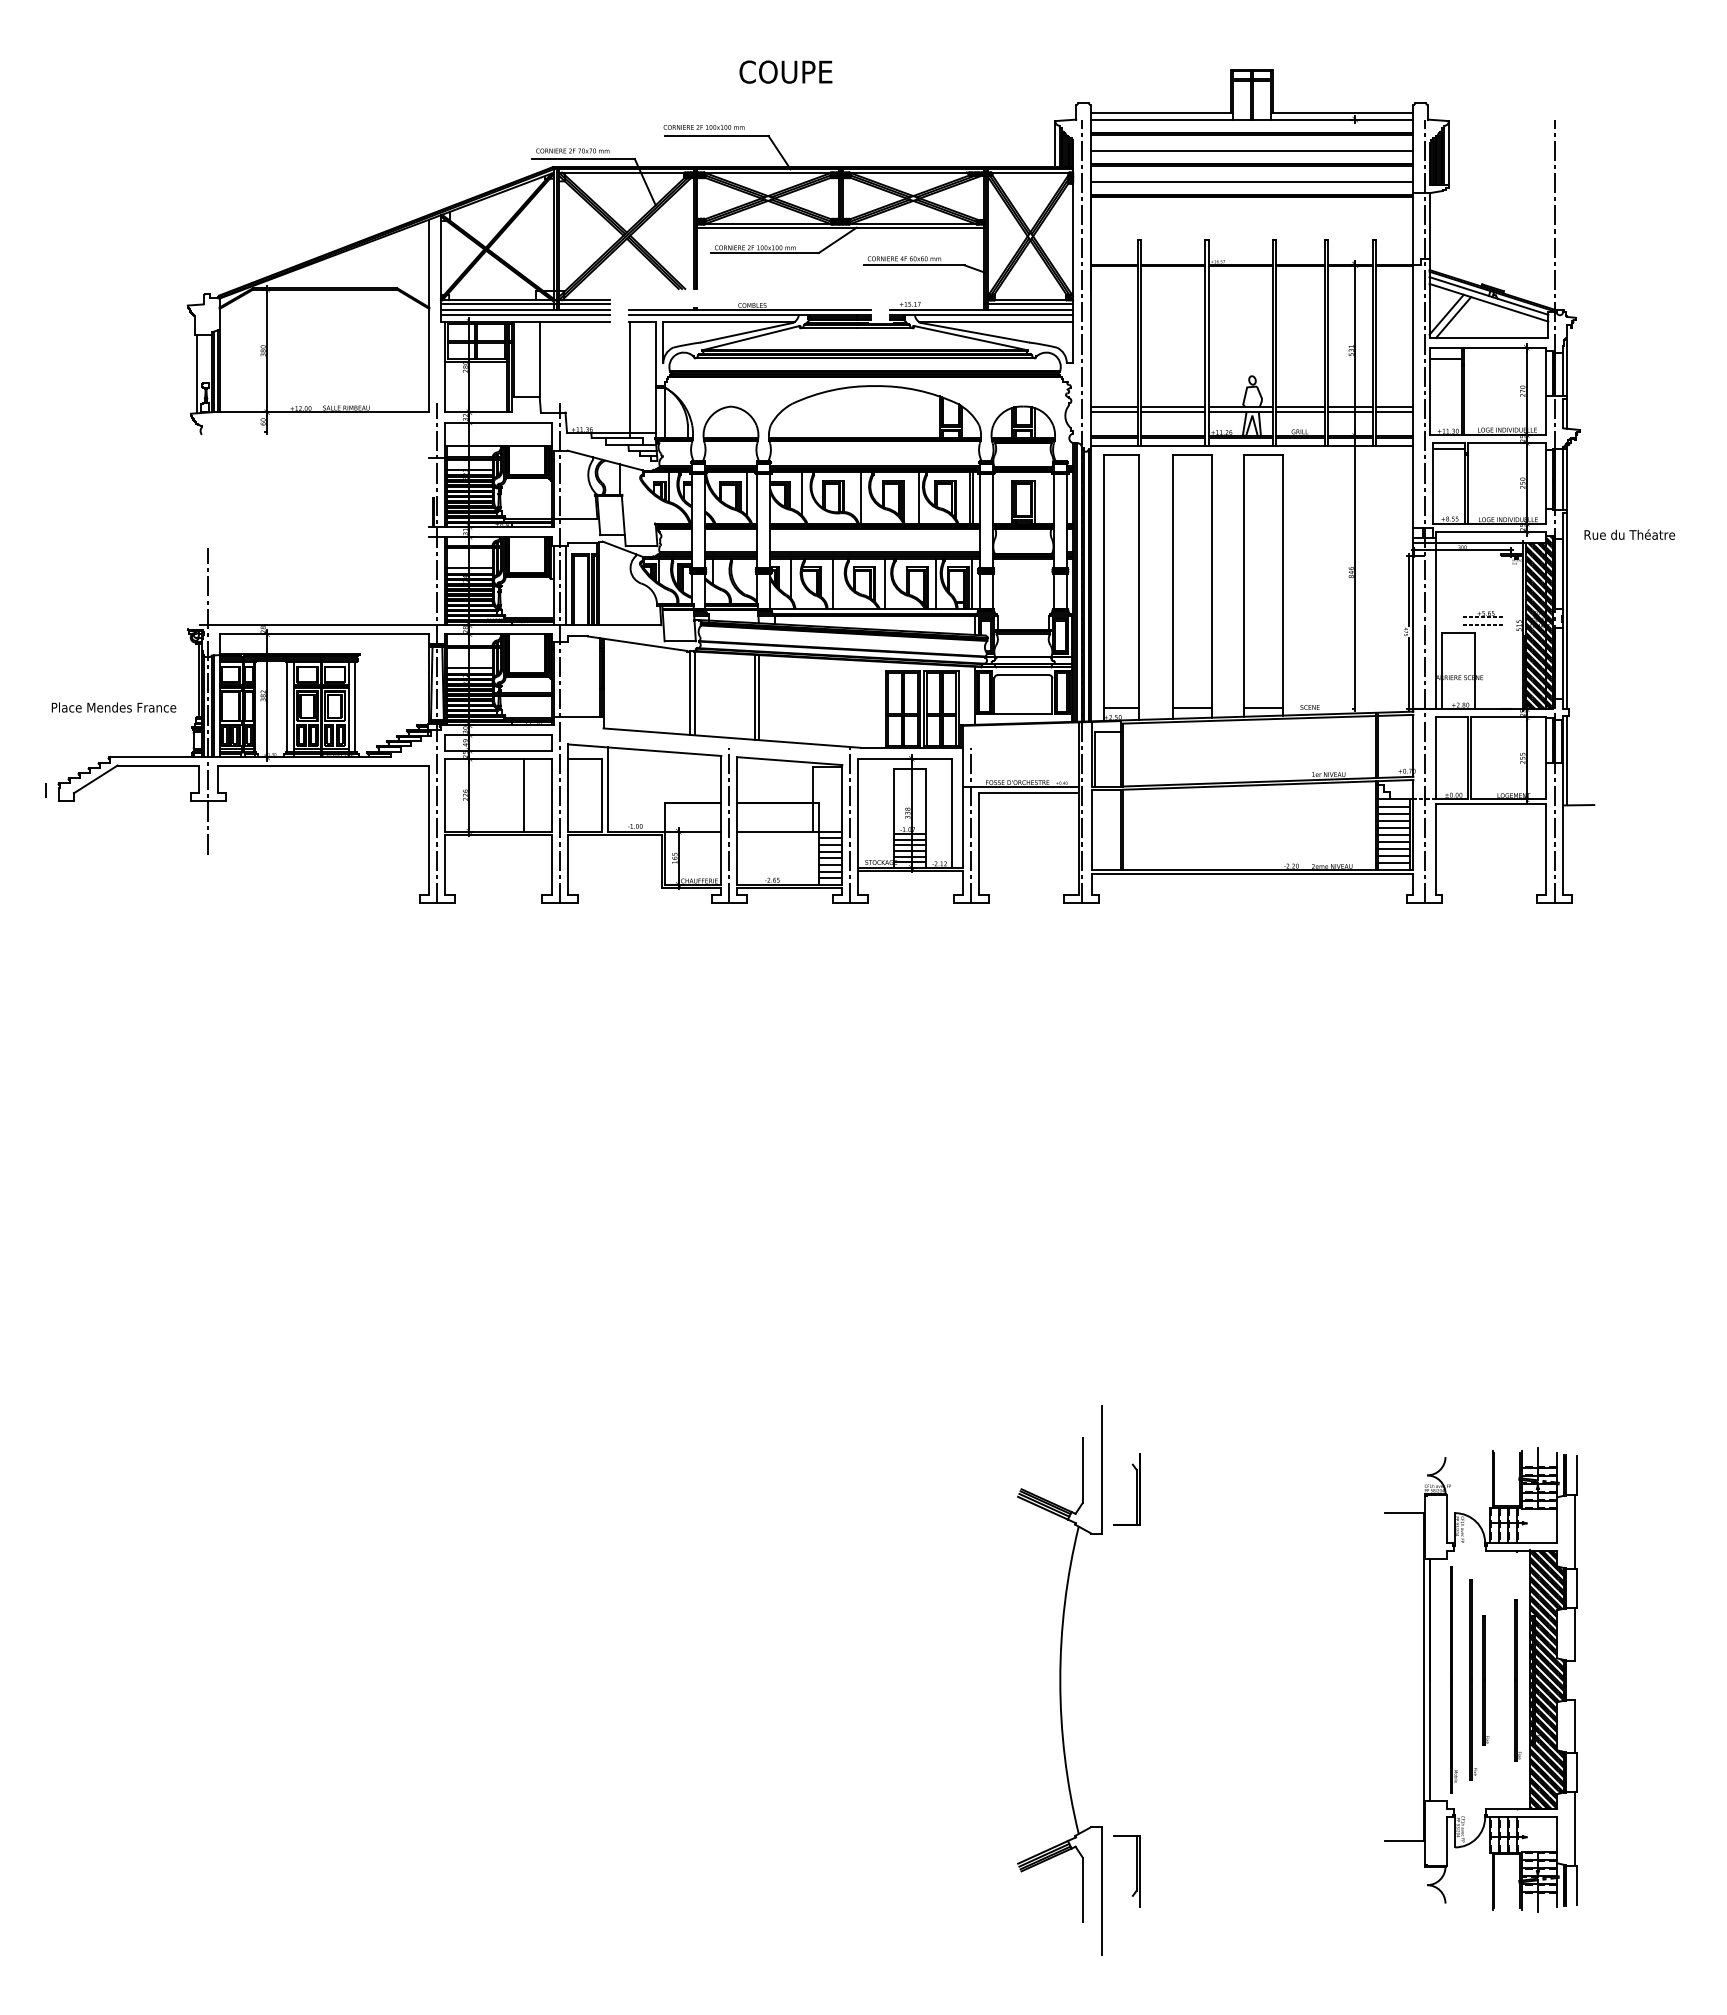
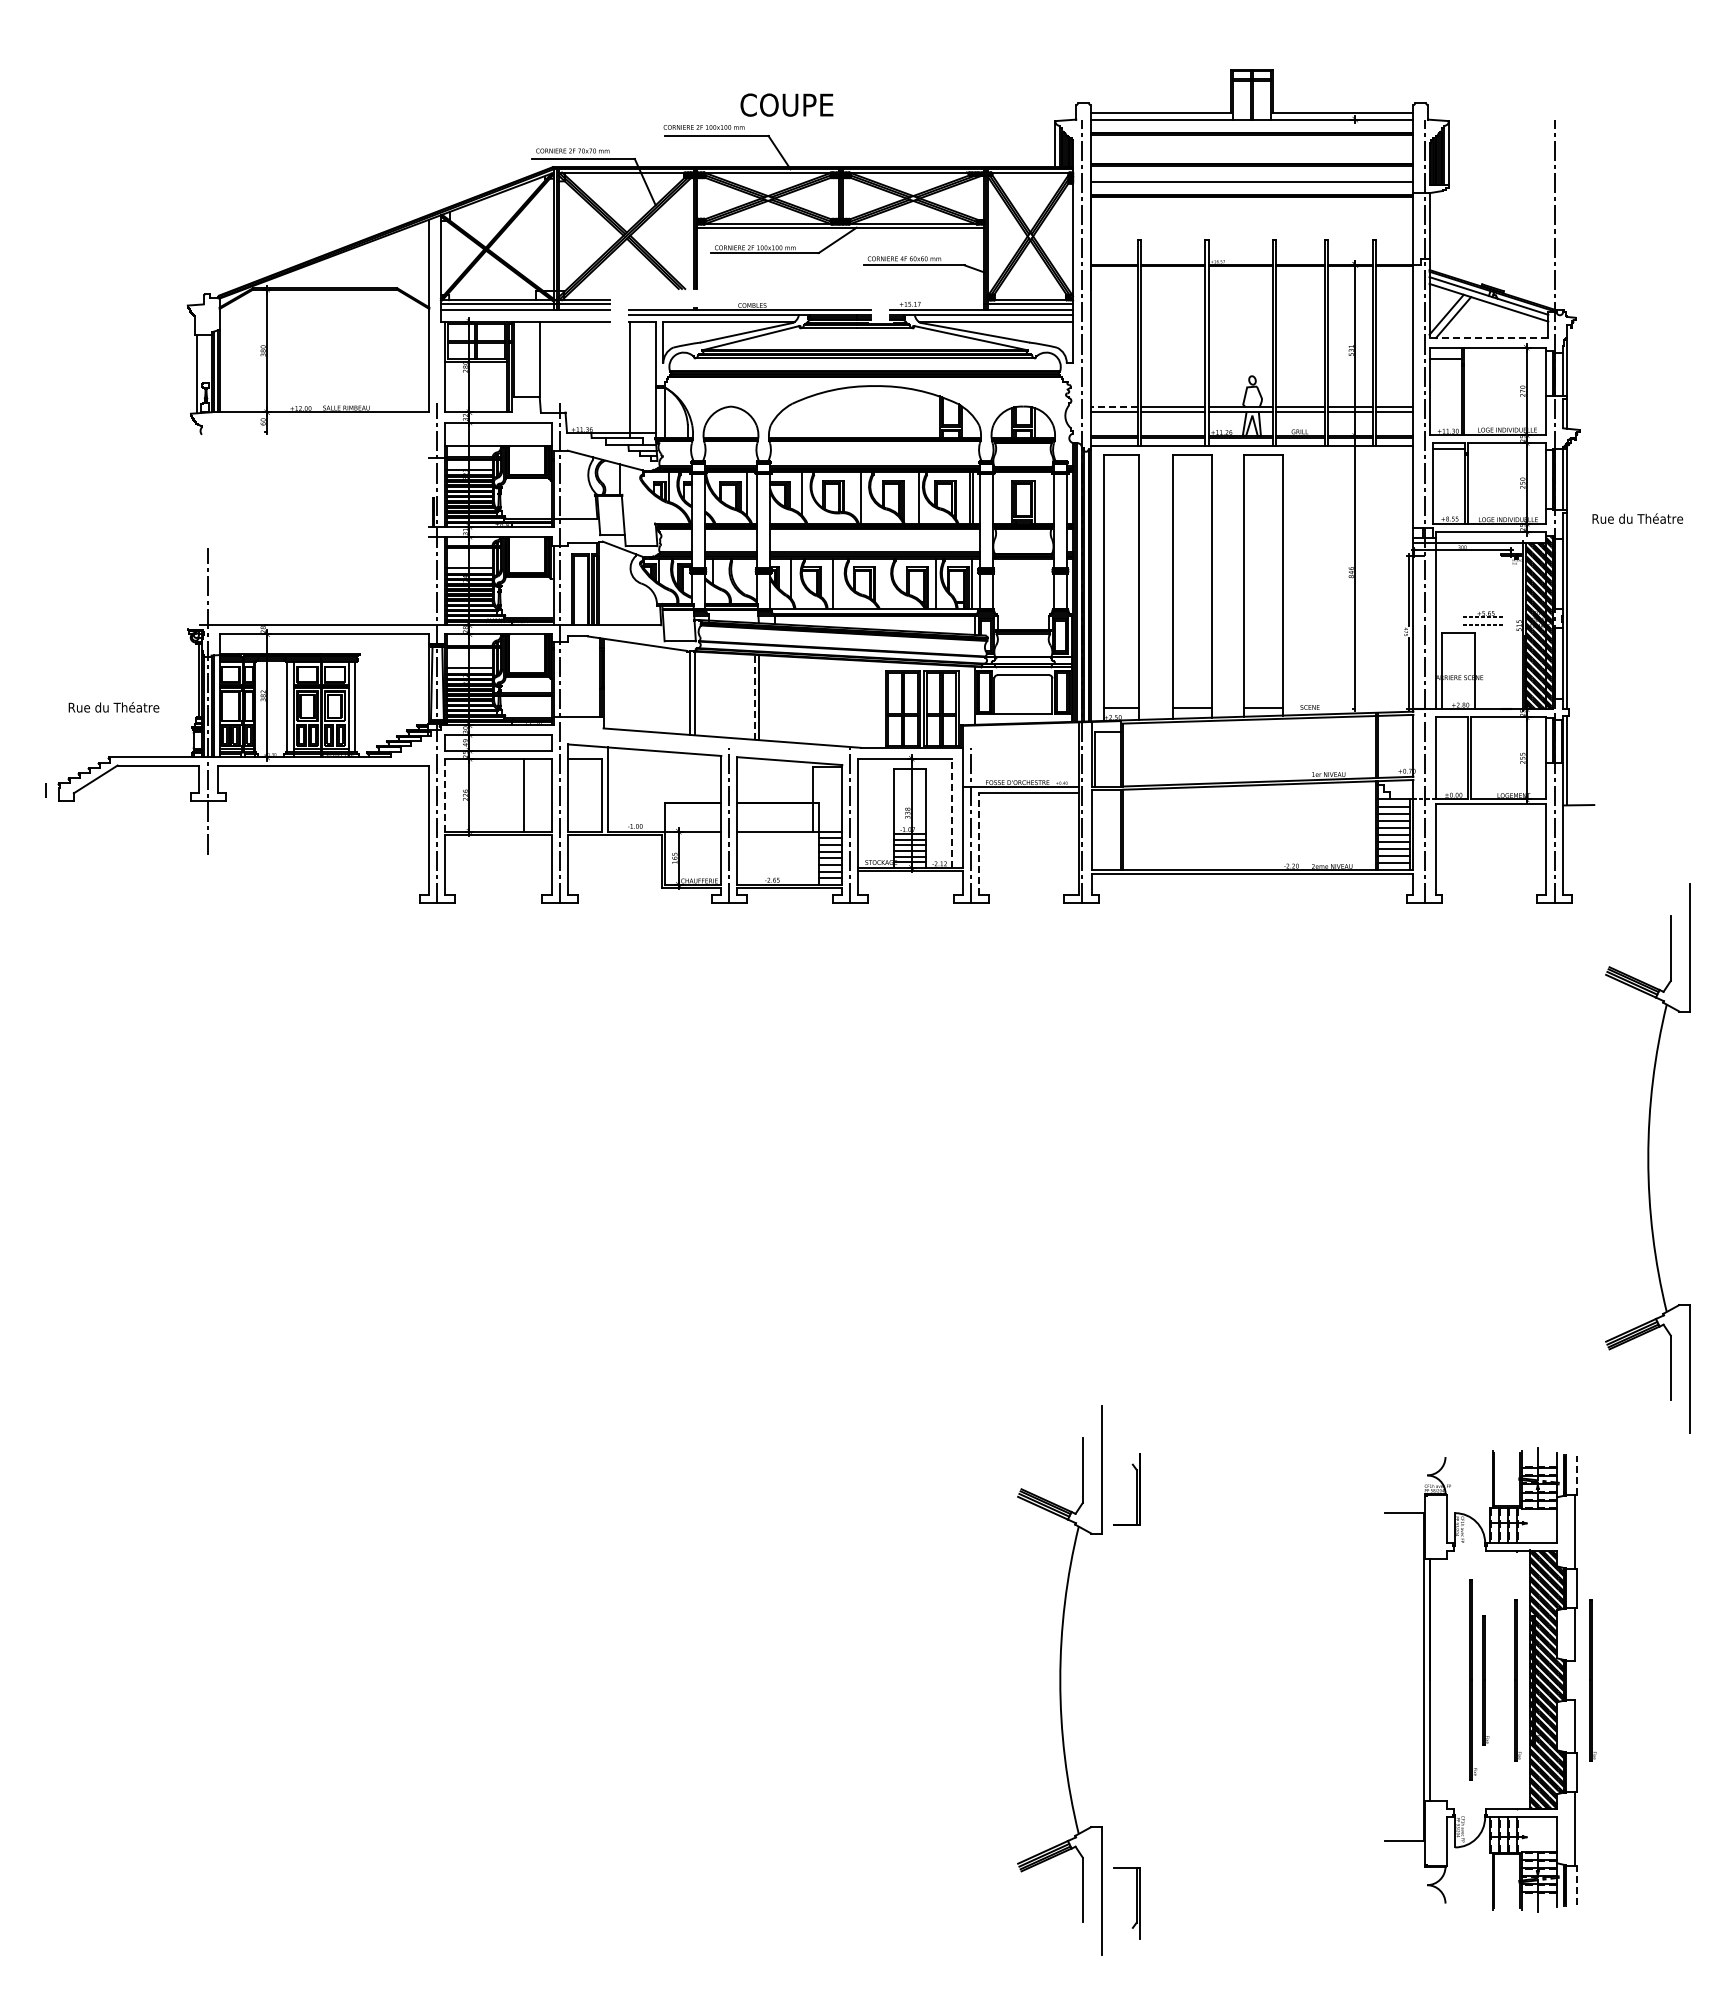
text at (785, 71) position: (785, 71) -> (786, 104)
line at (1251, 150): present -> none
line at (524, 315): present -> none
line at (1488, 338): solid -> dashed
line at (1113, 407): solid -> dashed
text at (1629, 534) position: (1629, 534) -> (1637, 518)
line at (884, 583): present -> none
line at (565, 585): present -> none
line at (754, 696): solid -> dashed
text at (113, 706): Place Mendes France -> Rue du Théatre
line at (445, 794): solid -> dashed
line at (952, 813): solid -> dashed
line at (979, 843): solid -> dashed
part at (1647, 1158): none -> present
line at (1577, 1474): solid -> dashed
part at (1453, 1679): present -> none
part at (1592, 1680): none -> present
part at (1136, 1871) position: (1136, 1871) -> (1136, 1903)
line at (1577, 1884): solid -> dashed
